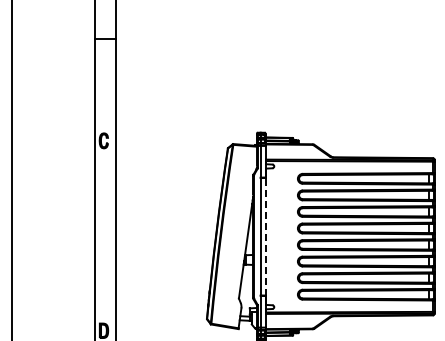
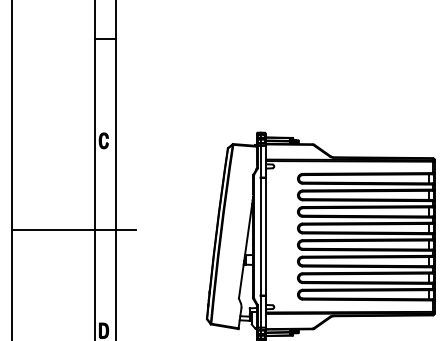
line at (74, 230): none -> present
line at (265, 236): dashed -> solid
